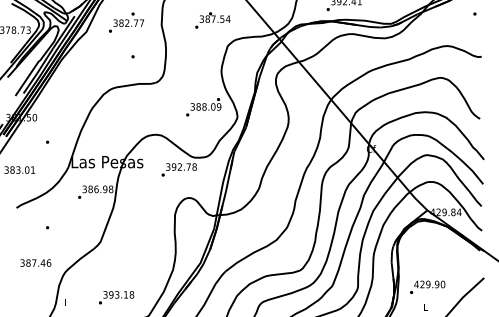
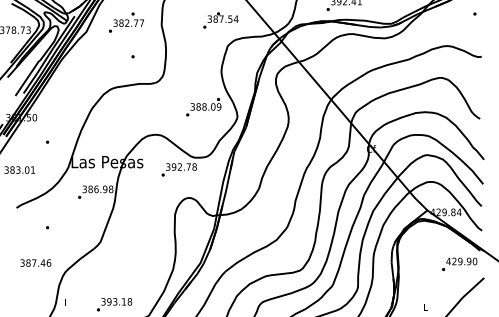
text at (212, 20) position: (212, 20) -> (220, 20)
text at (427, 286) position: (427, 286) -> (459, 263)
text at (116, 297) position: (116, 297) -> (114, 304)
